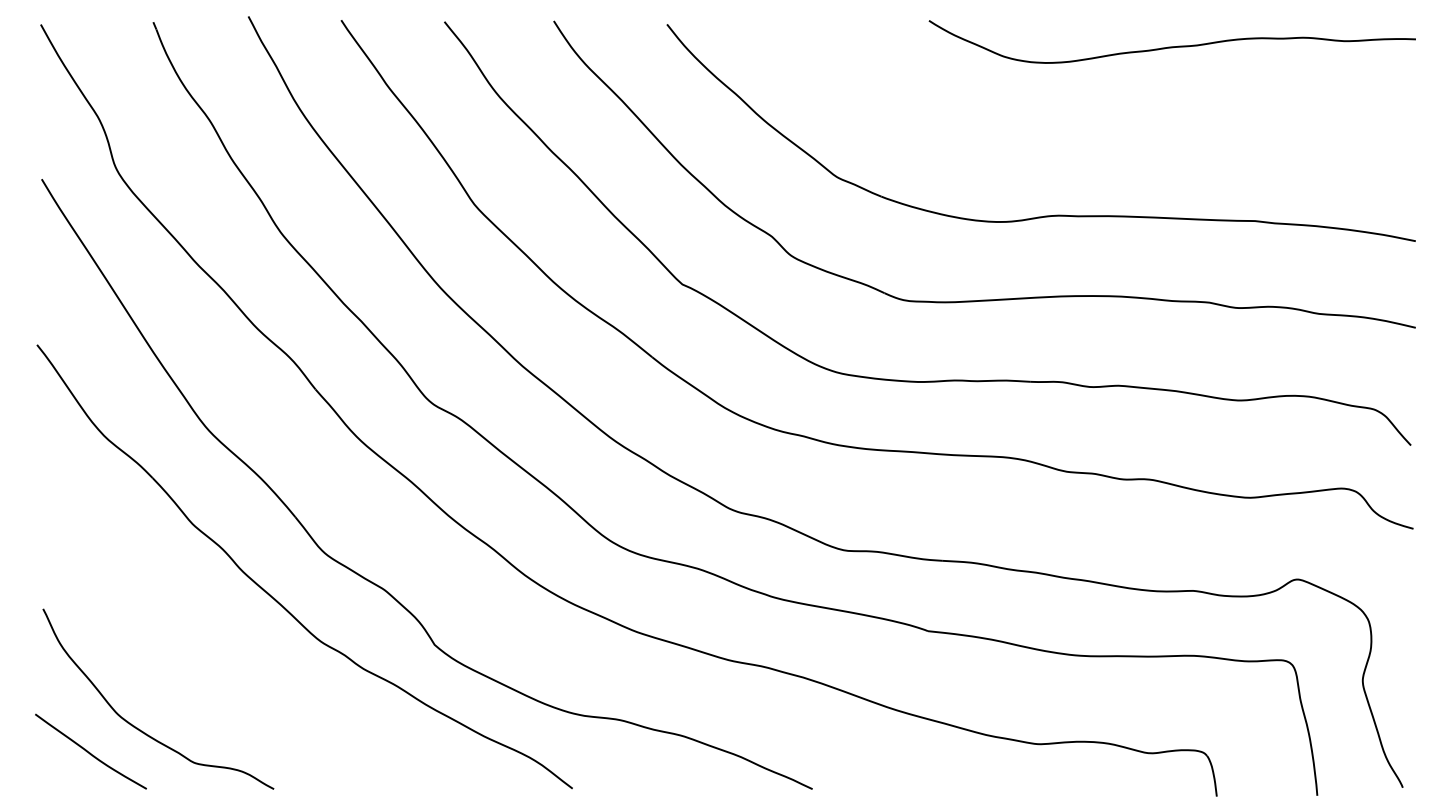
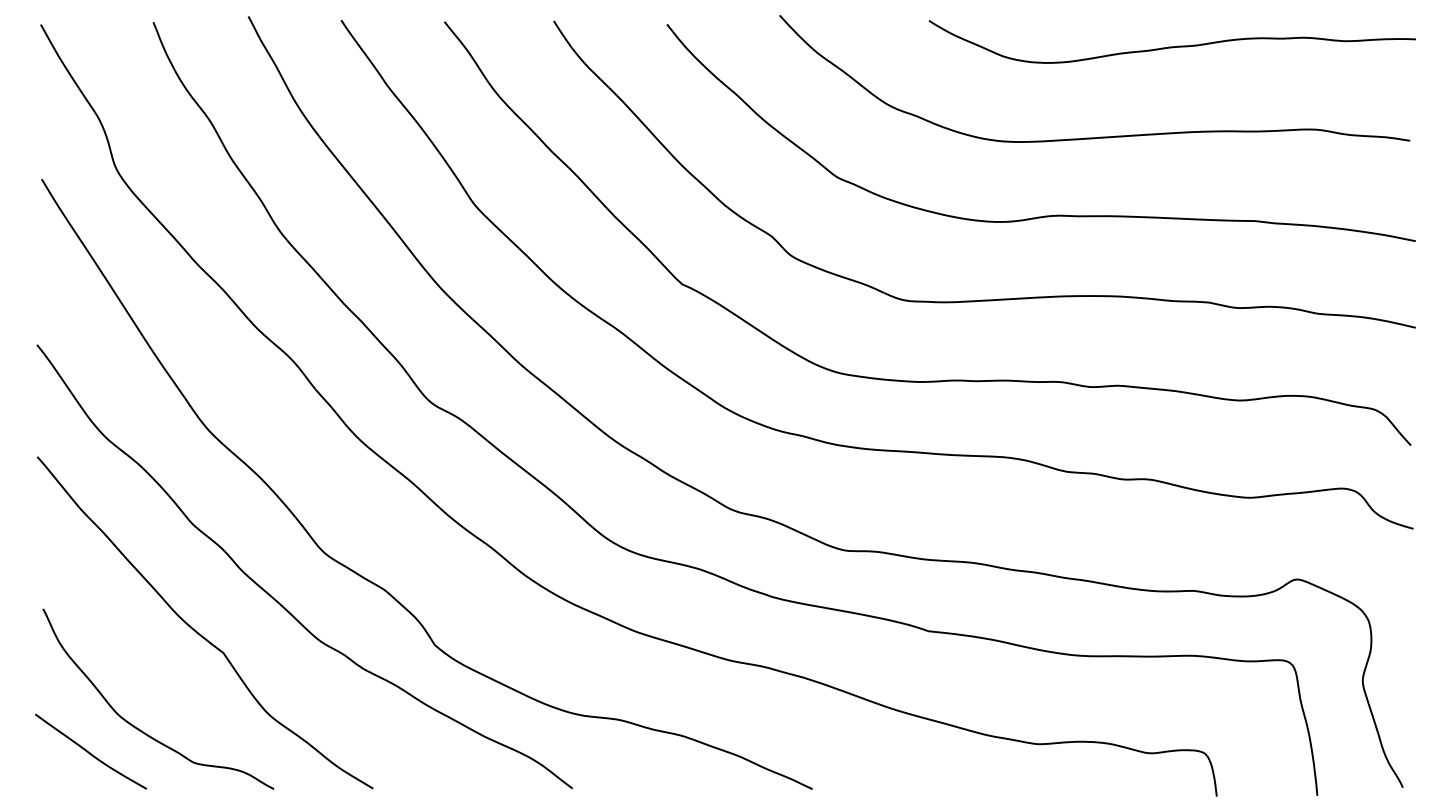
part at (1100, 136): none -> present
part at (196, 630): none -> present
